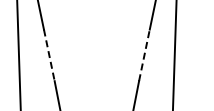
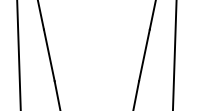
line at (144, 54): dashed -> solid
line at (49, 55): dashed -> solid
